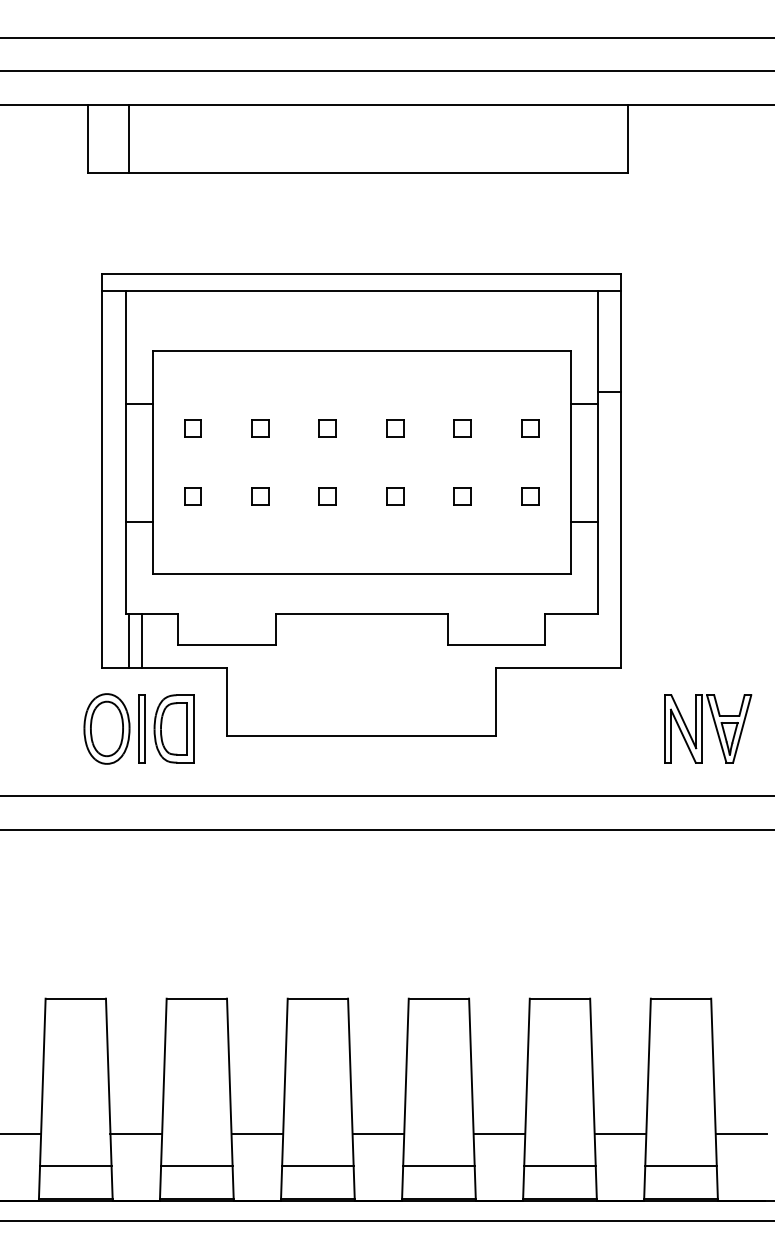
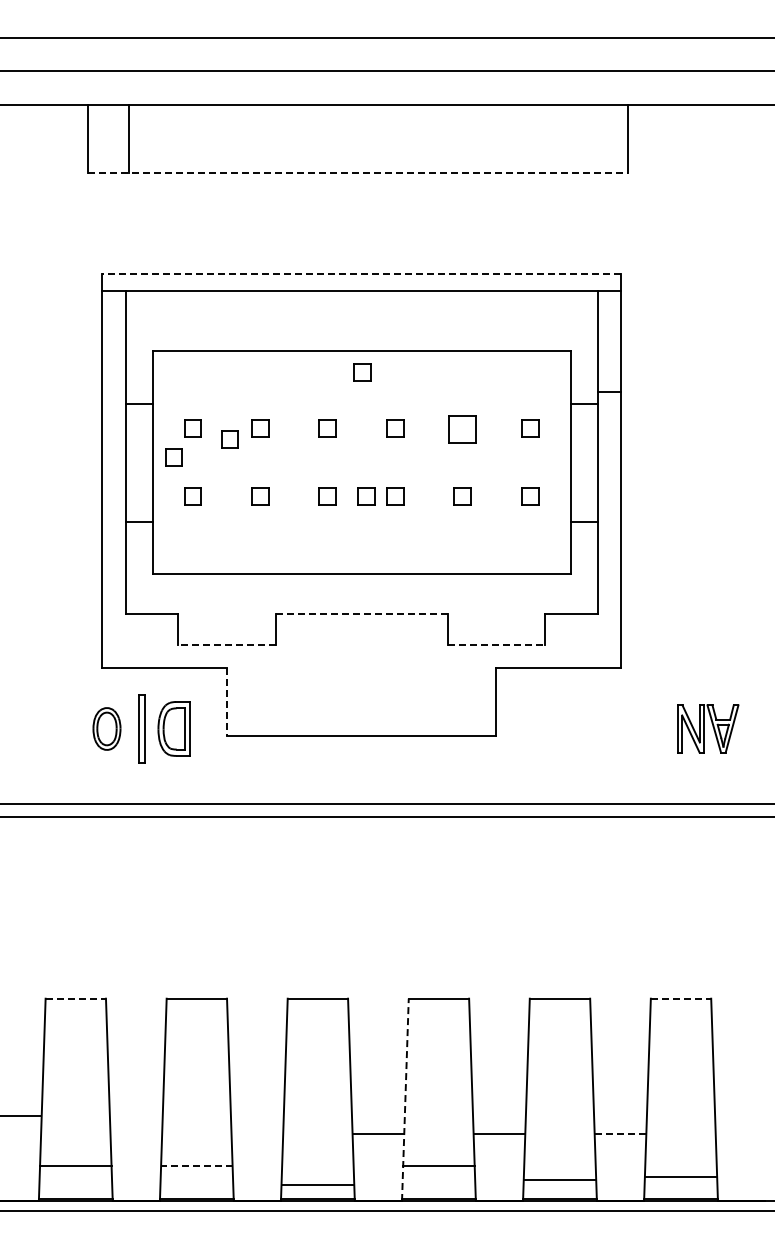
line at (358, 172): solid -> dashed
line at (361, 273): solid -> dashed
part at (362, 372): none -> present
part at (462, 428) size: 19x19 px -> 29x29 px
part at (229, 439): none -> present
part at (173, 457): none -> present
part at (366, 496): none -> present
line at (361, 614): solid -> dashed
line at (128, 641): present -> none
line at (142, 641): present -> none
line at (226, 644): solid -> dashed
line at (496, 644): solid -> dashed
line at (226, 701): solid -> dashed
part at (106, 728) size: 48x72 px -> 30x44 px
part at (173, 728) size: 42x70 px -> 34x56 px
part at (708, 728) size: 89x70 px -> 63x50 px
line at (386, 796) position: (386, 796) -> (386, 804)
line at (386, 830) position: (386, 830) -> (386, 817)
line at (76, 998): solid -> dashed
line at (681, 998): solid -> dashed
line at (405, 1099): solid -> dashed
line at (21, 1133) position: (21, 1133) -> (21, 1115)
line at (136, 1133): present -> none
line at (257, 1133): present -> none
line at (620, 1133): solid -> dashed
line at (741, 1133): present -> none
line at (196, 1165): solid -> dashed
line at (317, 1165) position: (317, 1165) -> (317, 1184)
line at (559, 1165) position: (559, 1165) -> (559, 1179)
line at (680, 1165) position: (680, 1165) -> (680, 1176)
line at (386, 1221) position: (386, 1221) -> (386, 1211)
